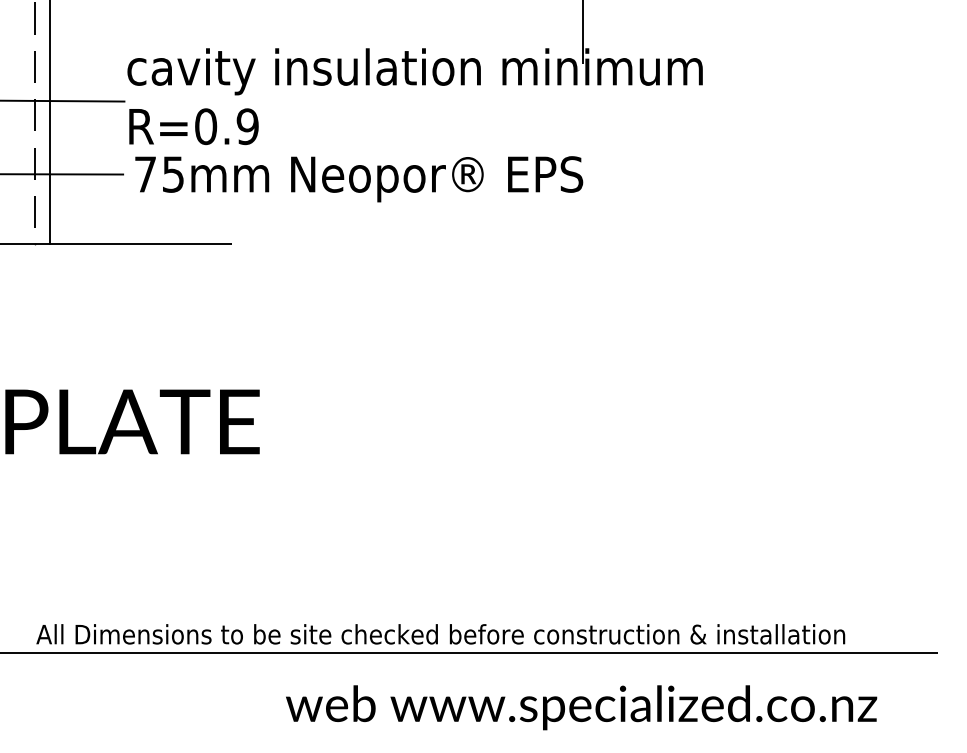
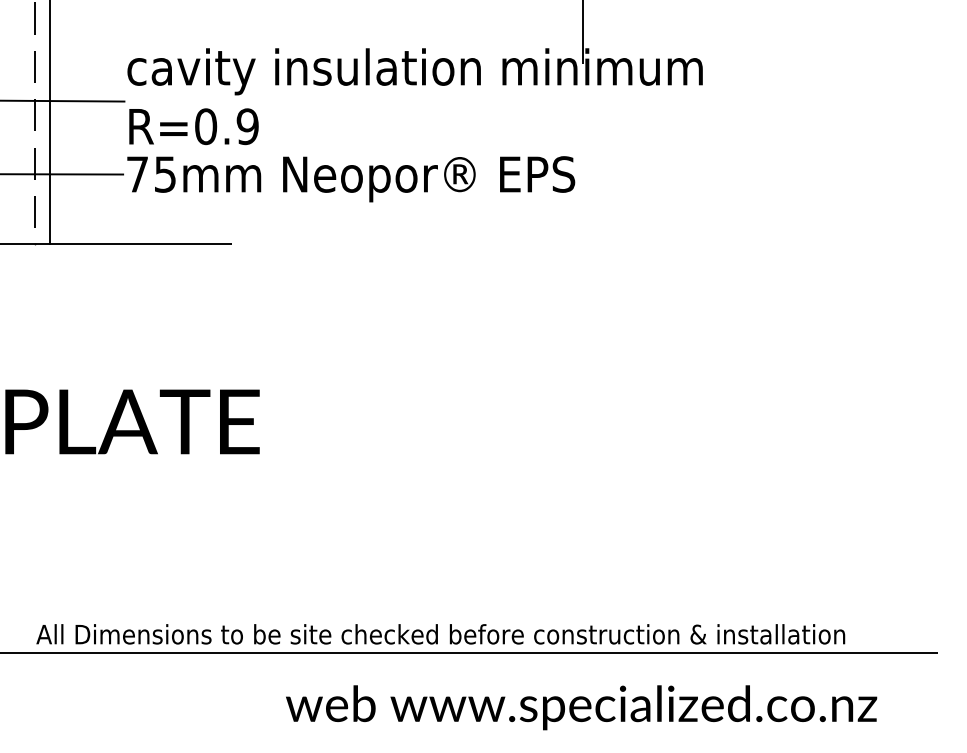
text at (359, 179) position: (359, 179) -> (351, 179)
